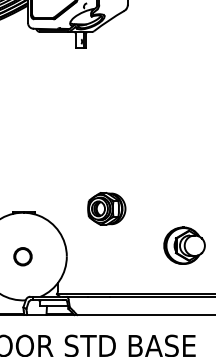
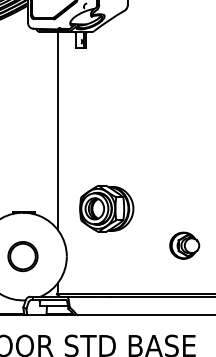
line at (57, 131): none -> present
part at (106, 208) size: 40x34 px -> 56x48 px
part at (184, 245) size: 43x39 px -> 32x29 px
part at (22, 256) size: 20x20 px -> 32x32 px
